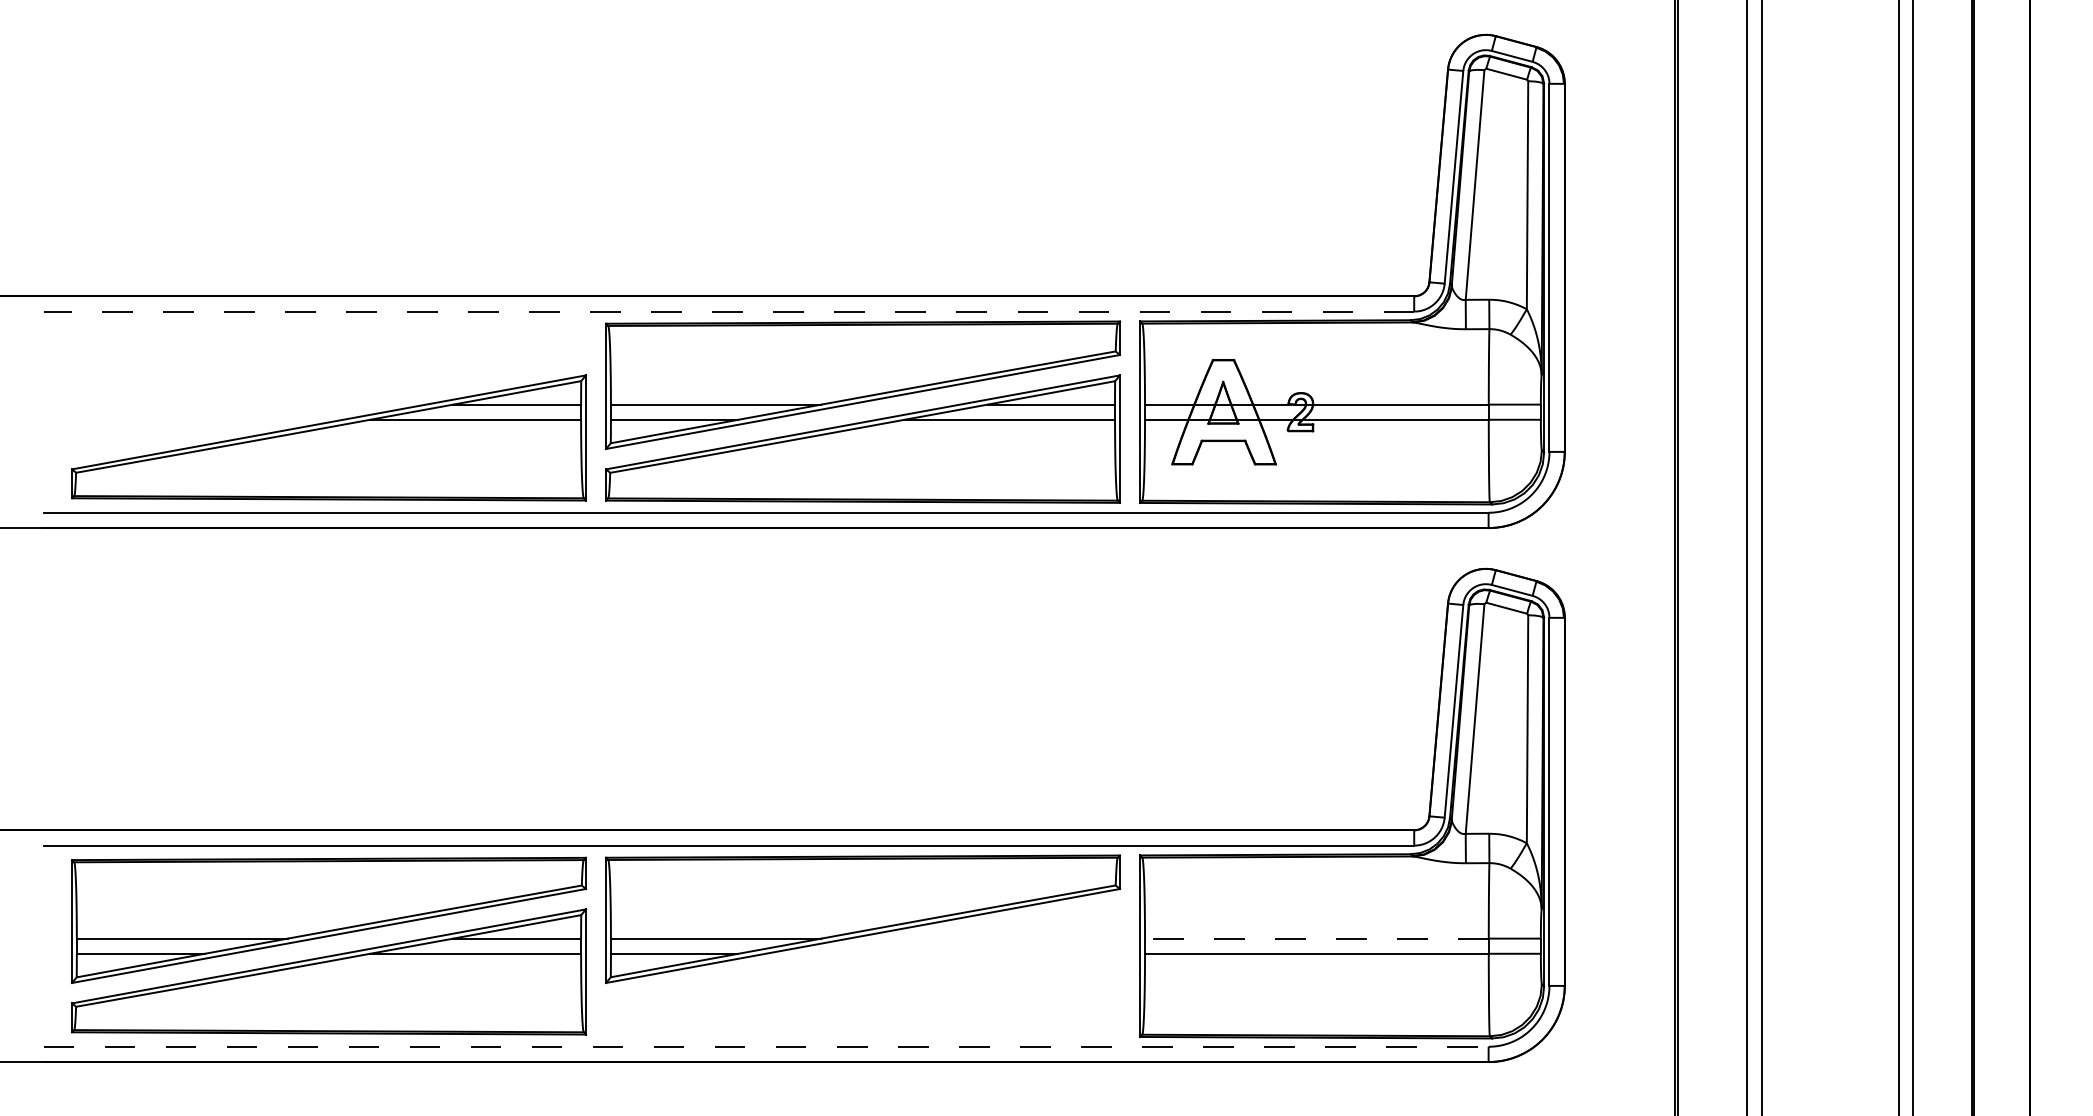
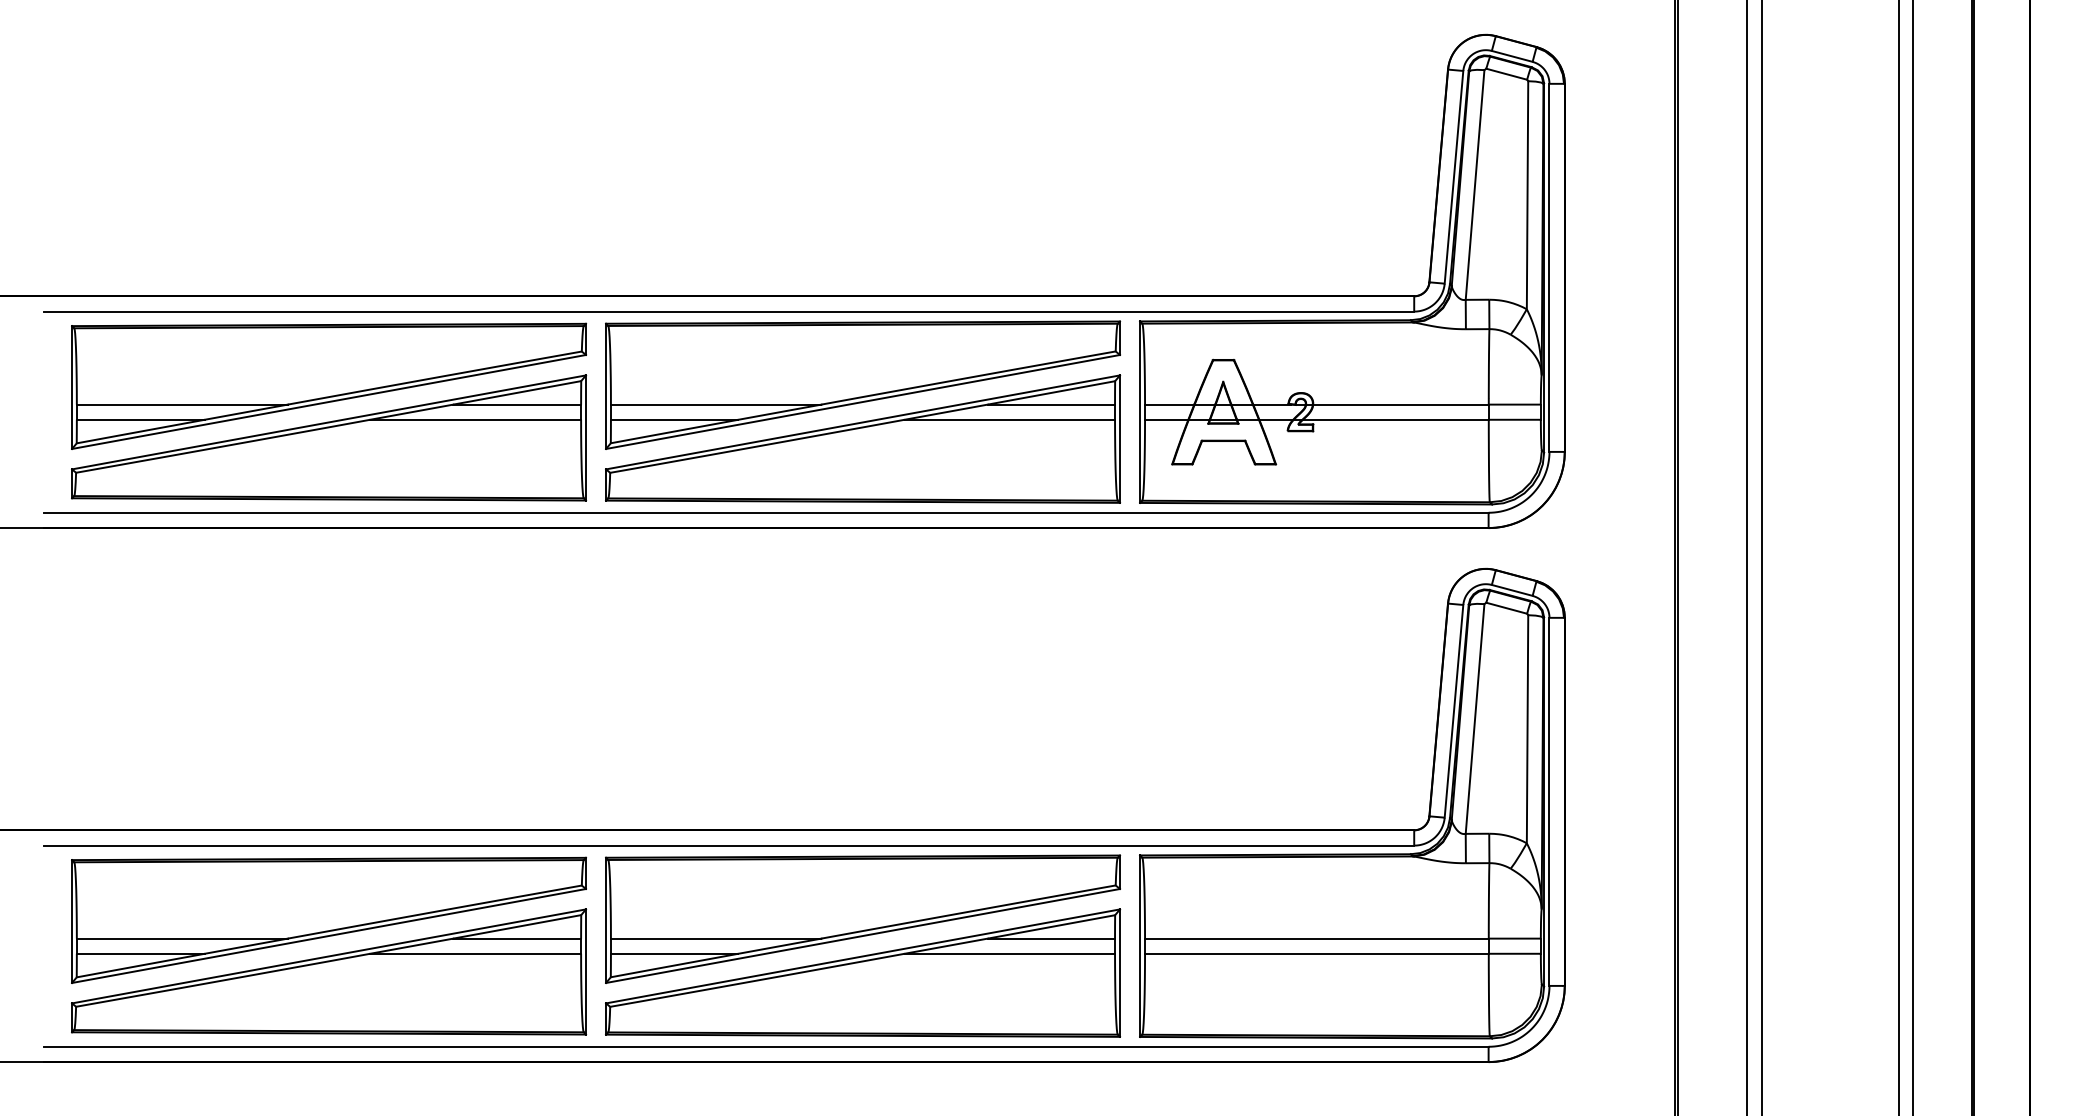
line at (728, 311): dashed -> solid
part at (328, 385): none -> present
line at (1316, 938): dashed -> solid
part at (863, 972): none -> present
line at (766, 1046): dashed -> solid
